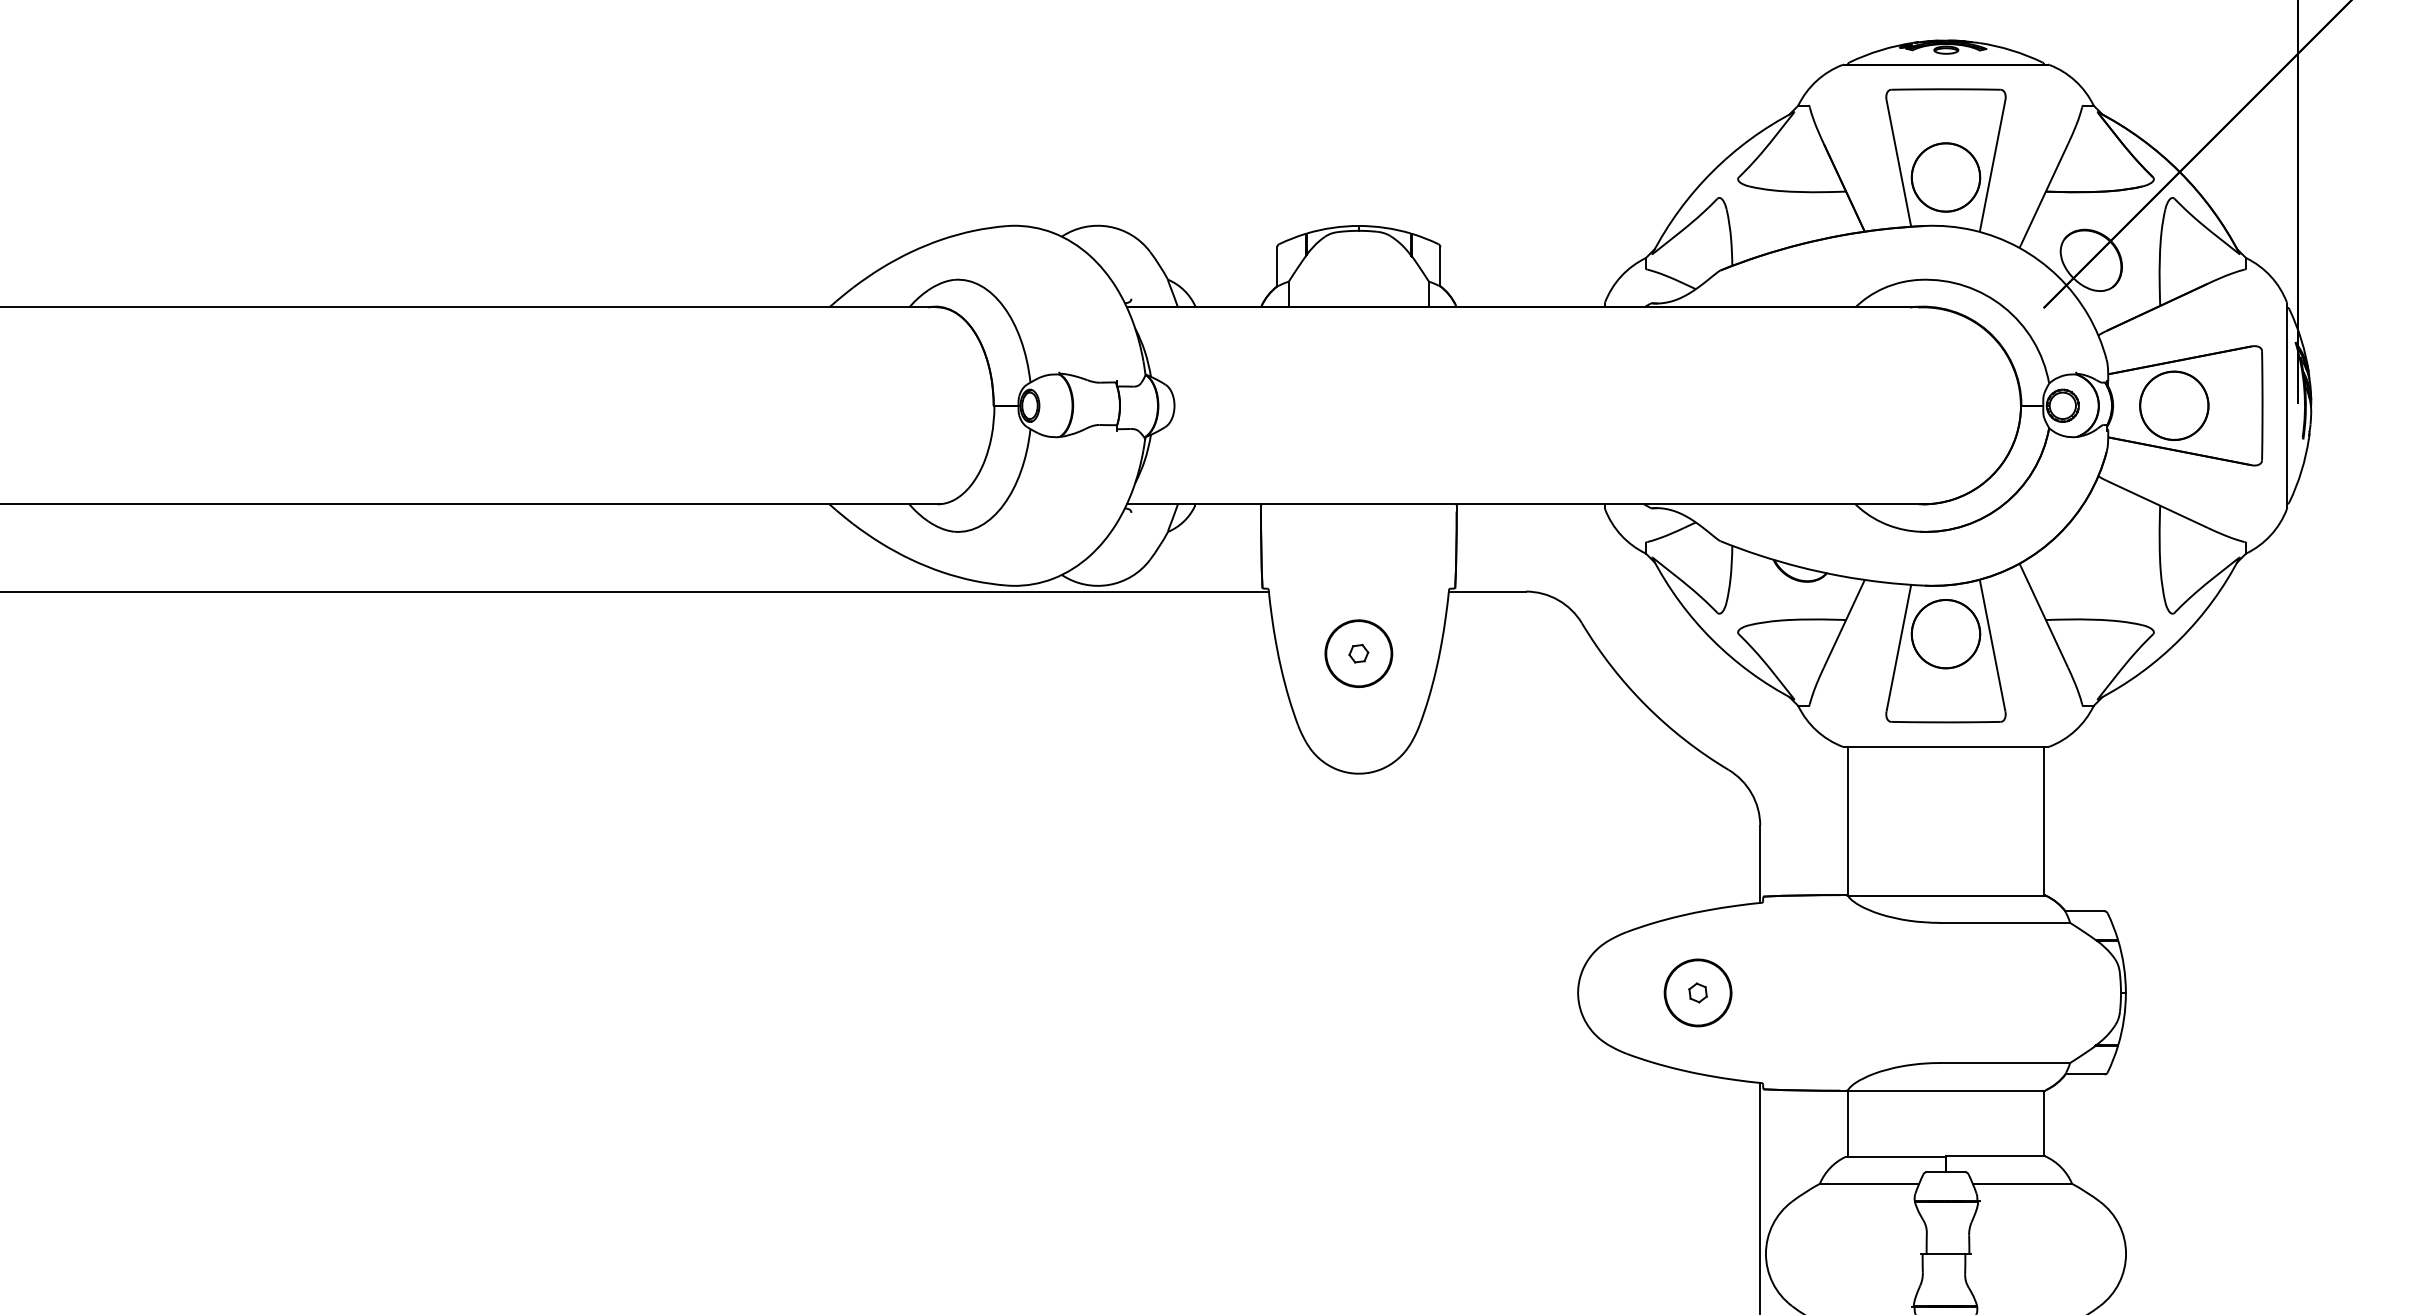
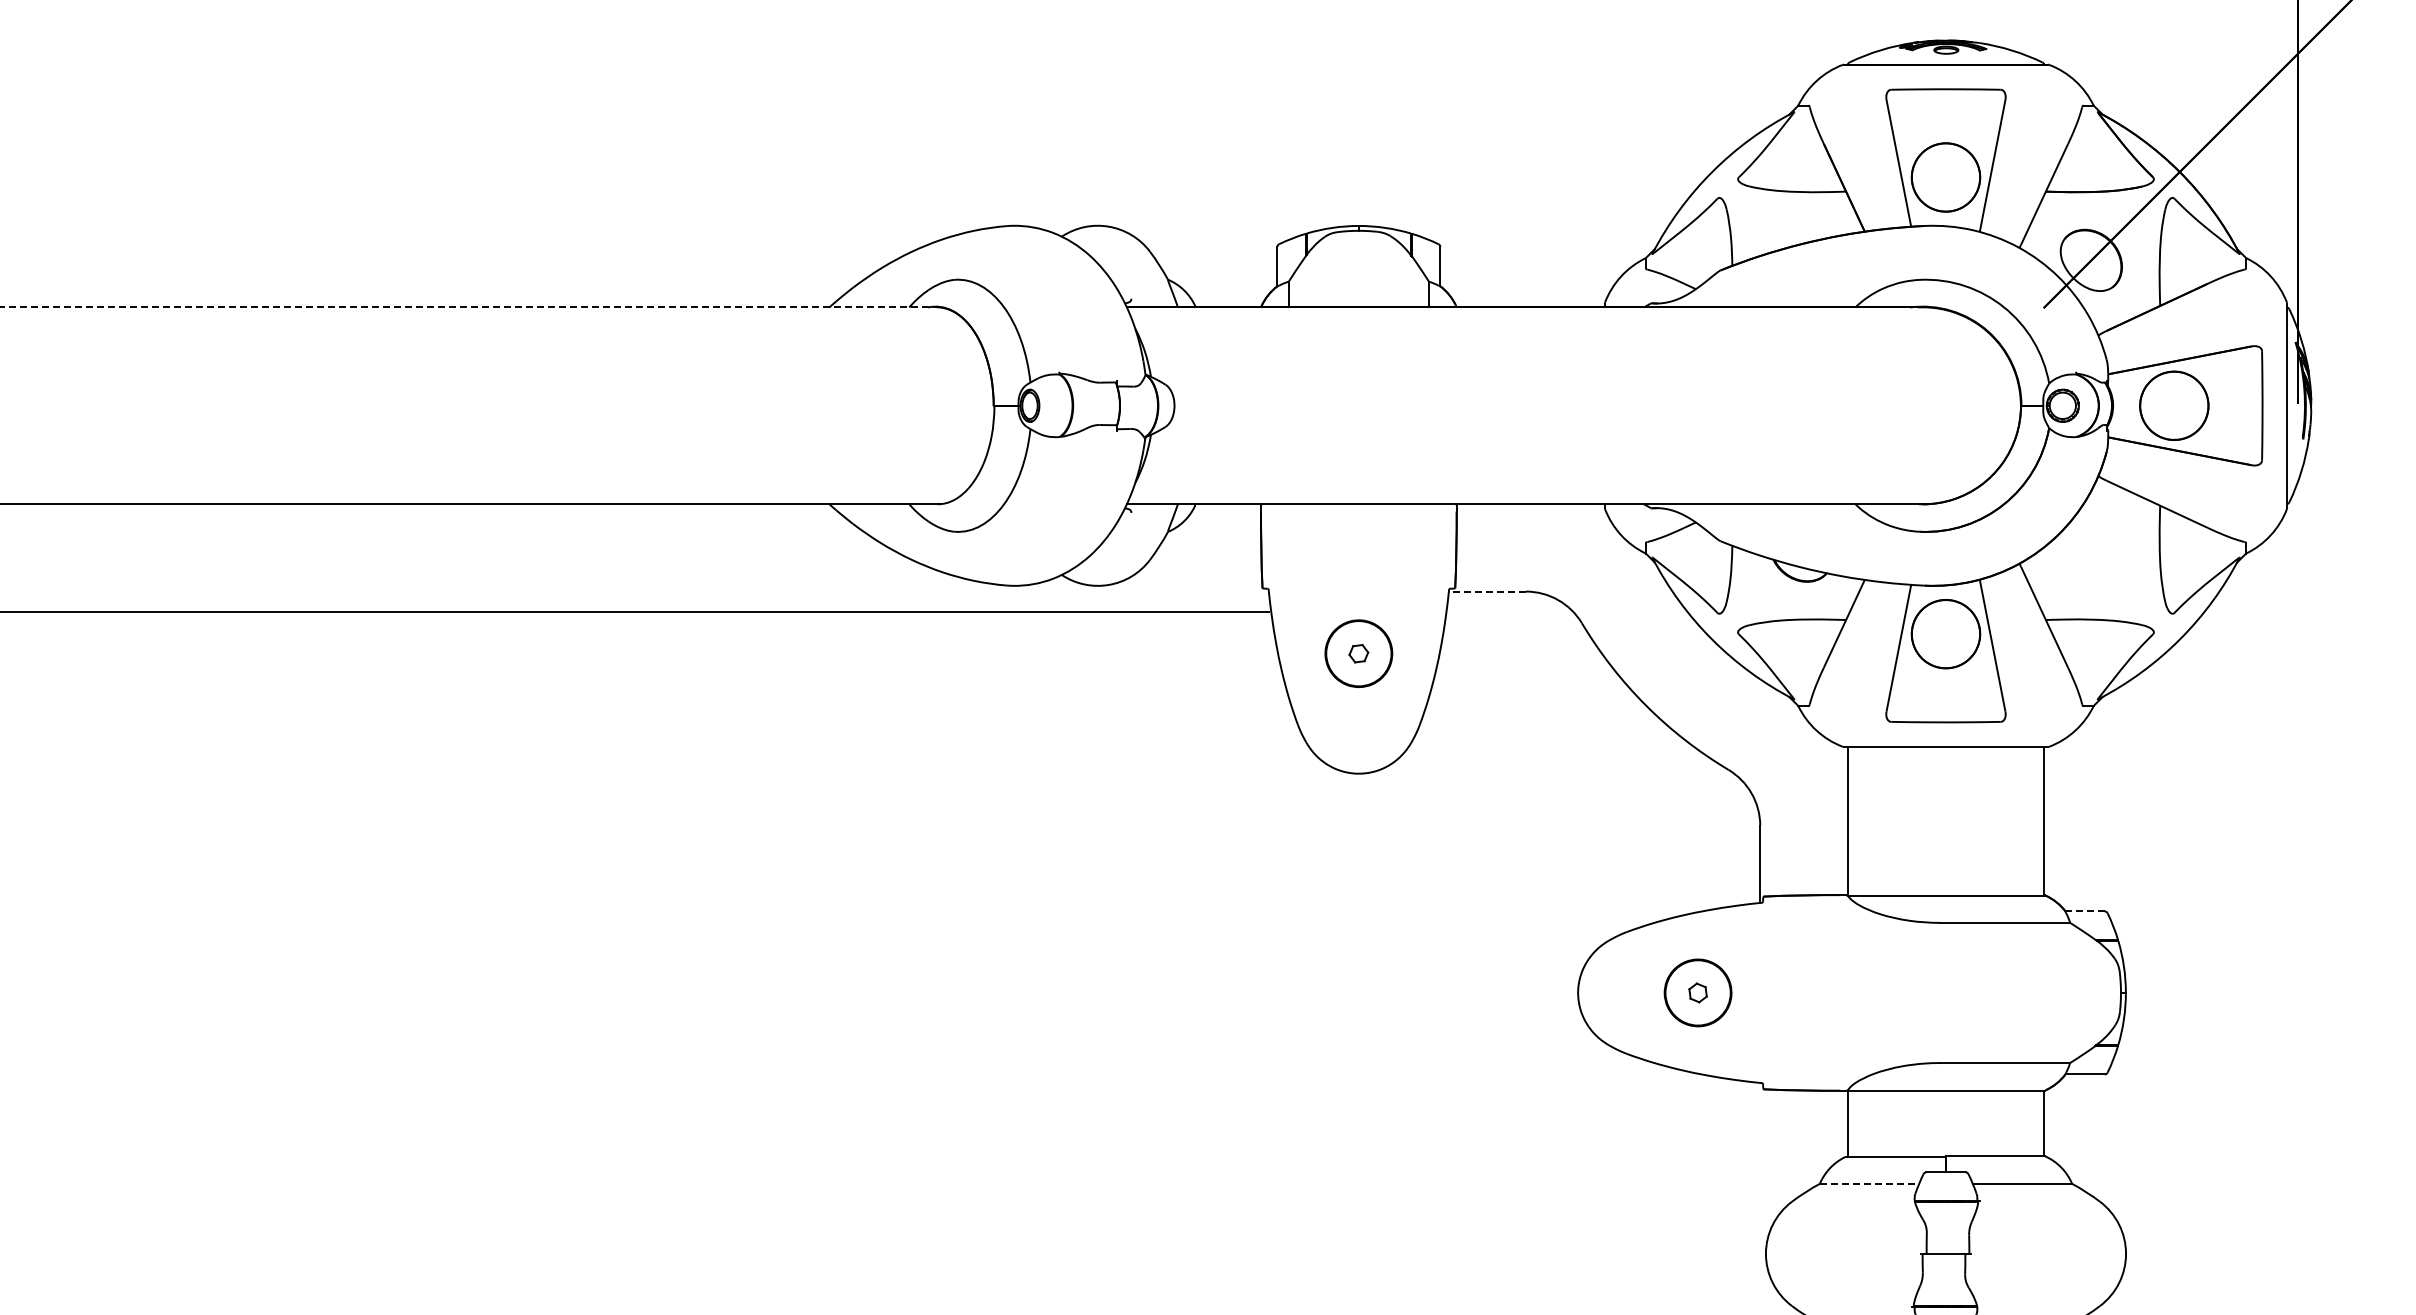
line at (470, 307): solid -> dashed
line at (635, 591) position: (635, 591) -> (635, 611)
line at (1487, 591): solid -> dashed
line at (2085, 911): solid -> dashed
line at (1869, 1183): solid -> dashed
line at (1760, 1196): present -> none
